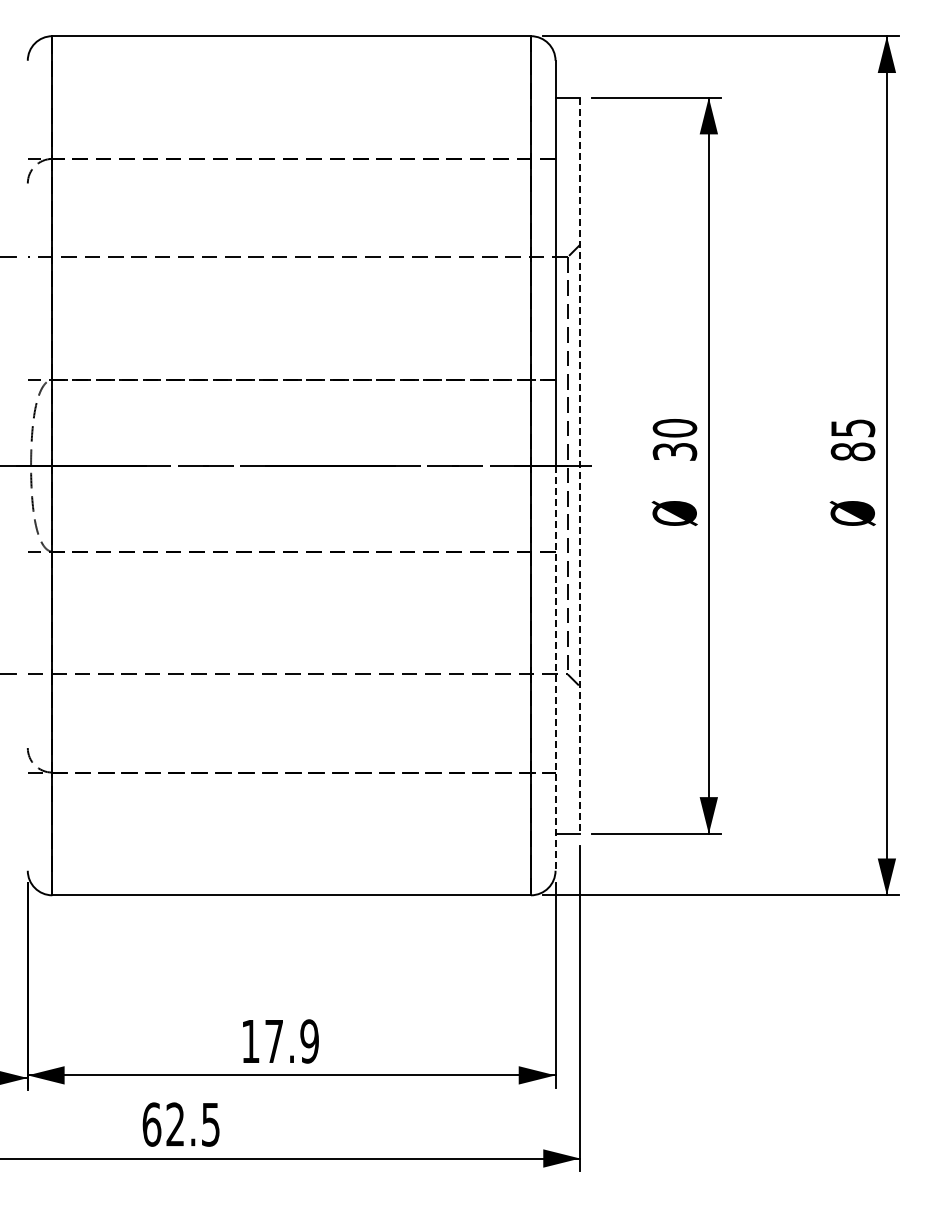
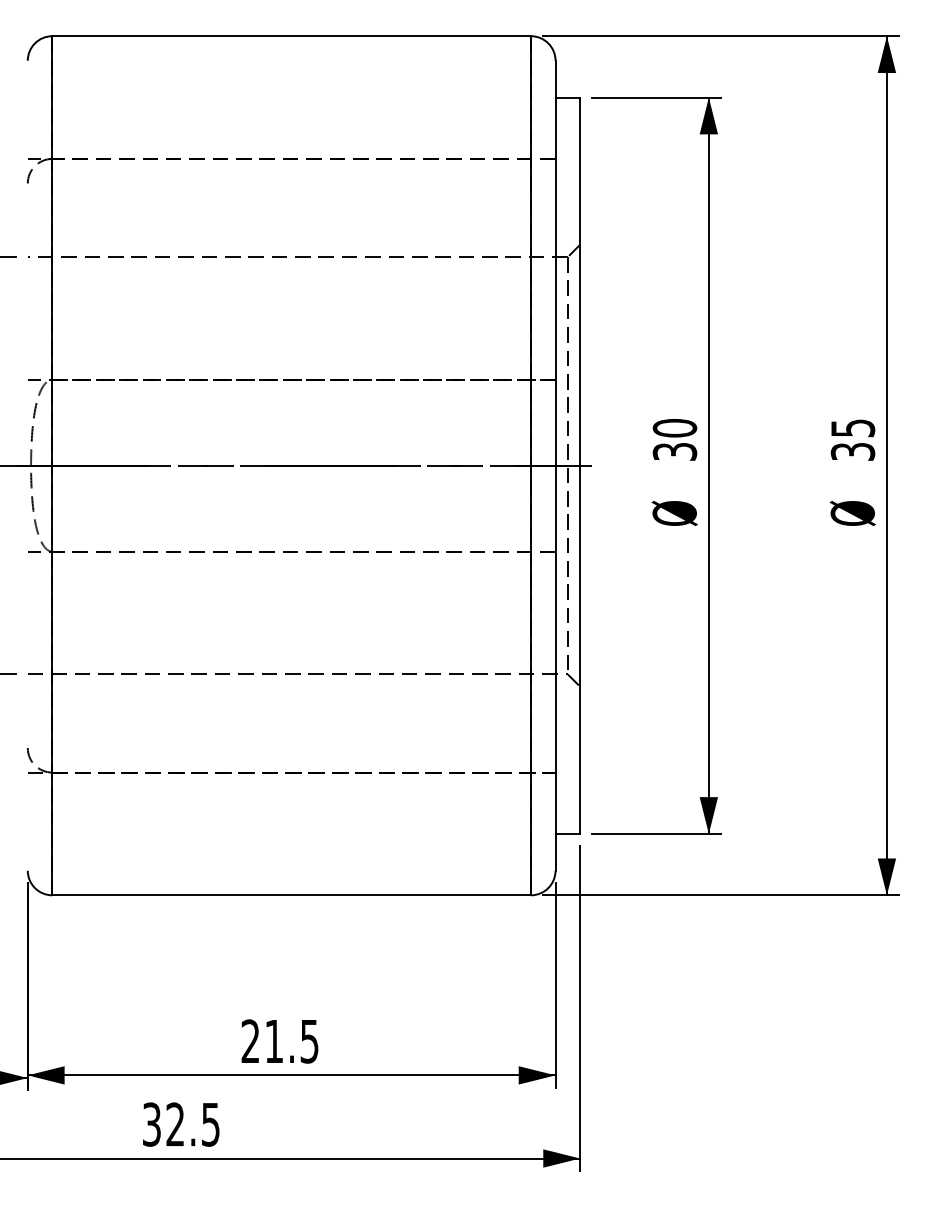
text at (852, 451): 85 -> 35
line at (580, 466): dashed -> solid
line at (555, 668): dashed -> solid
text at (279, 1041): 17.9 -> 21.5
text at (151, 1124): 62.5 -> 32.5
